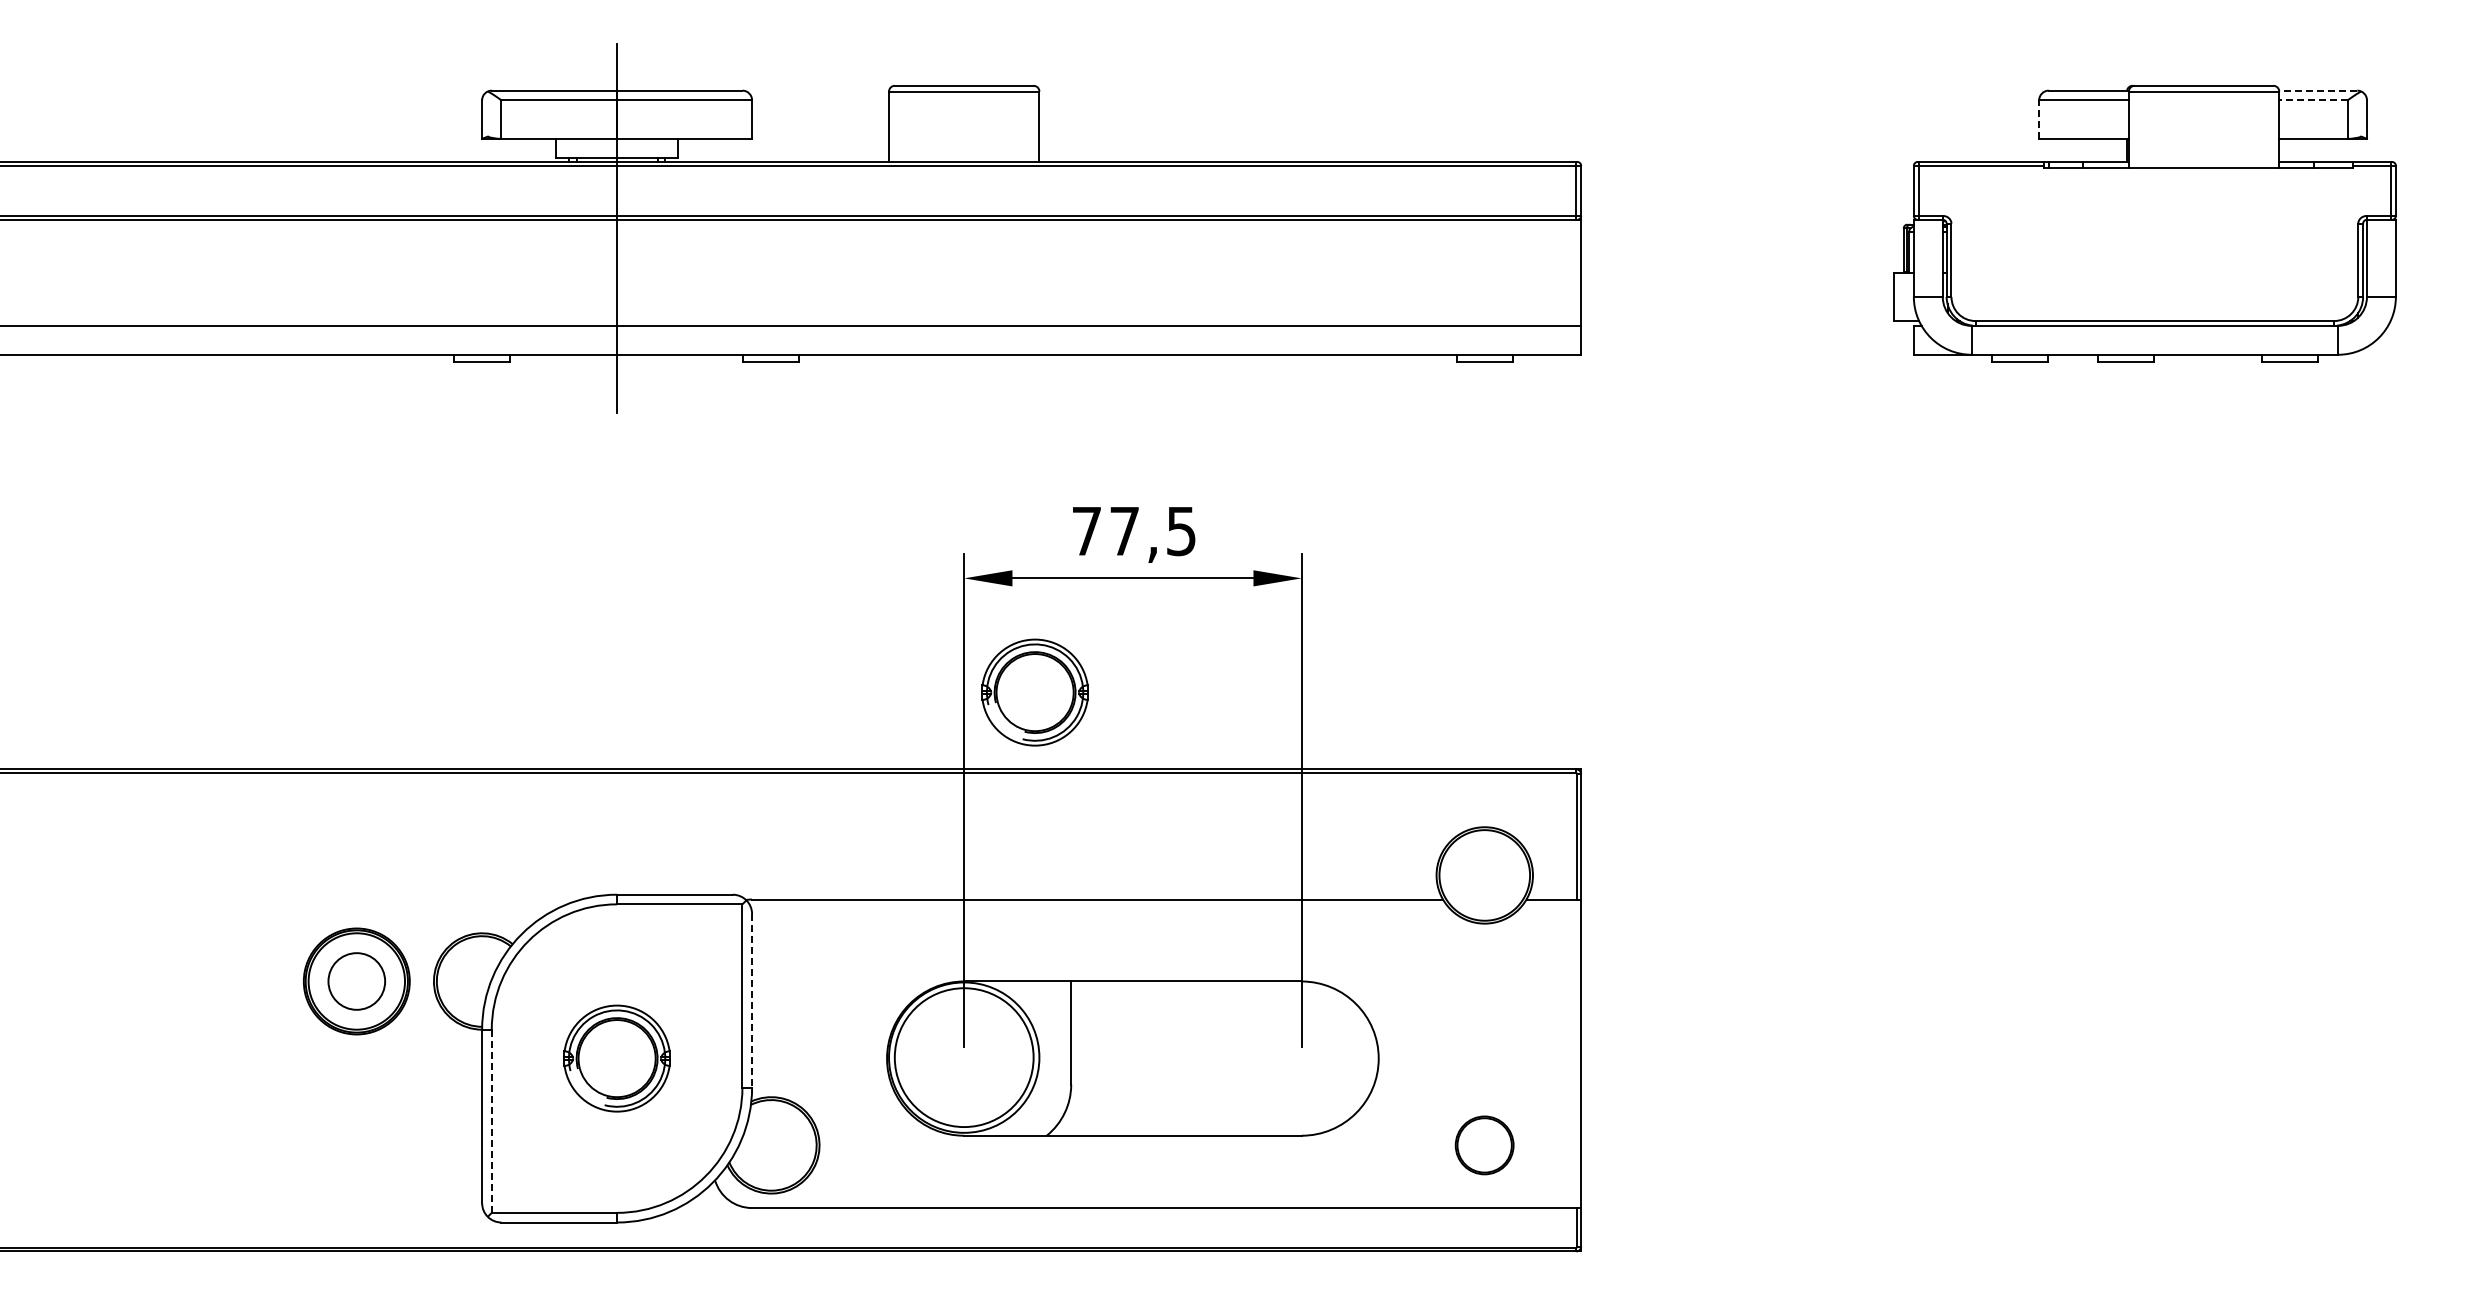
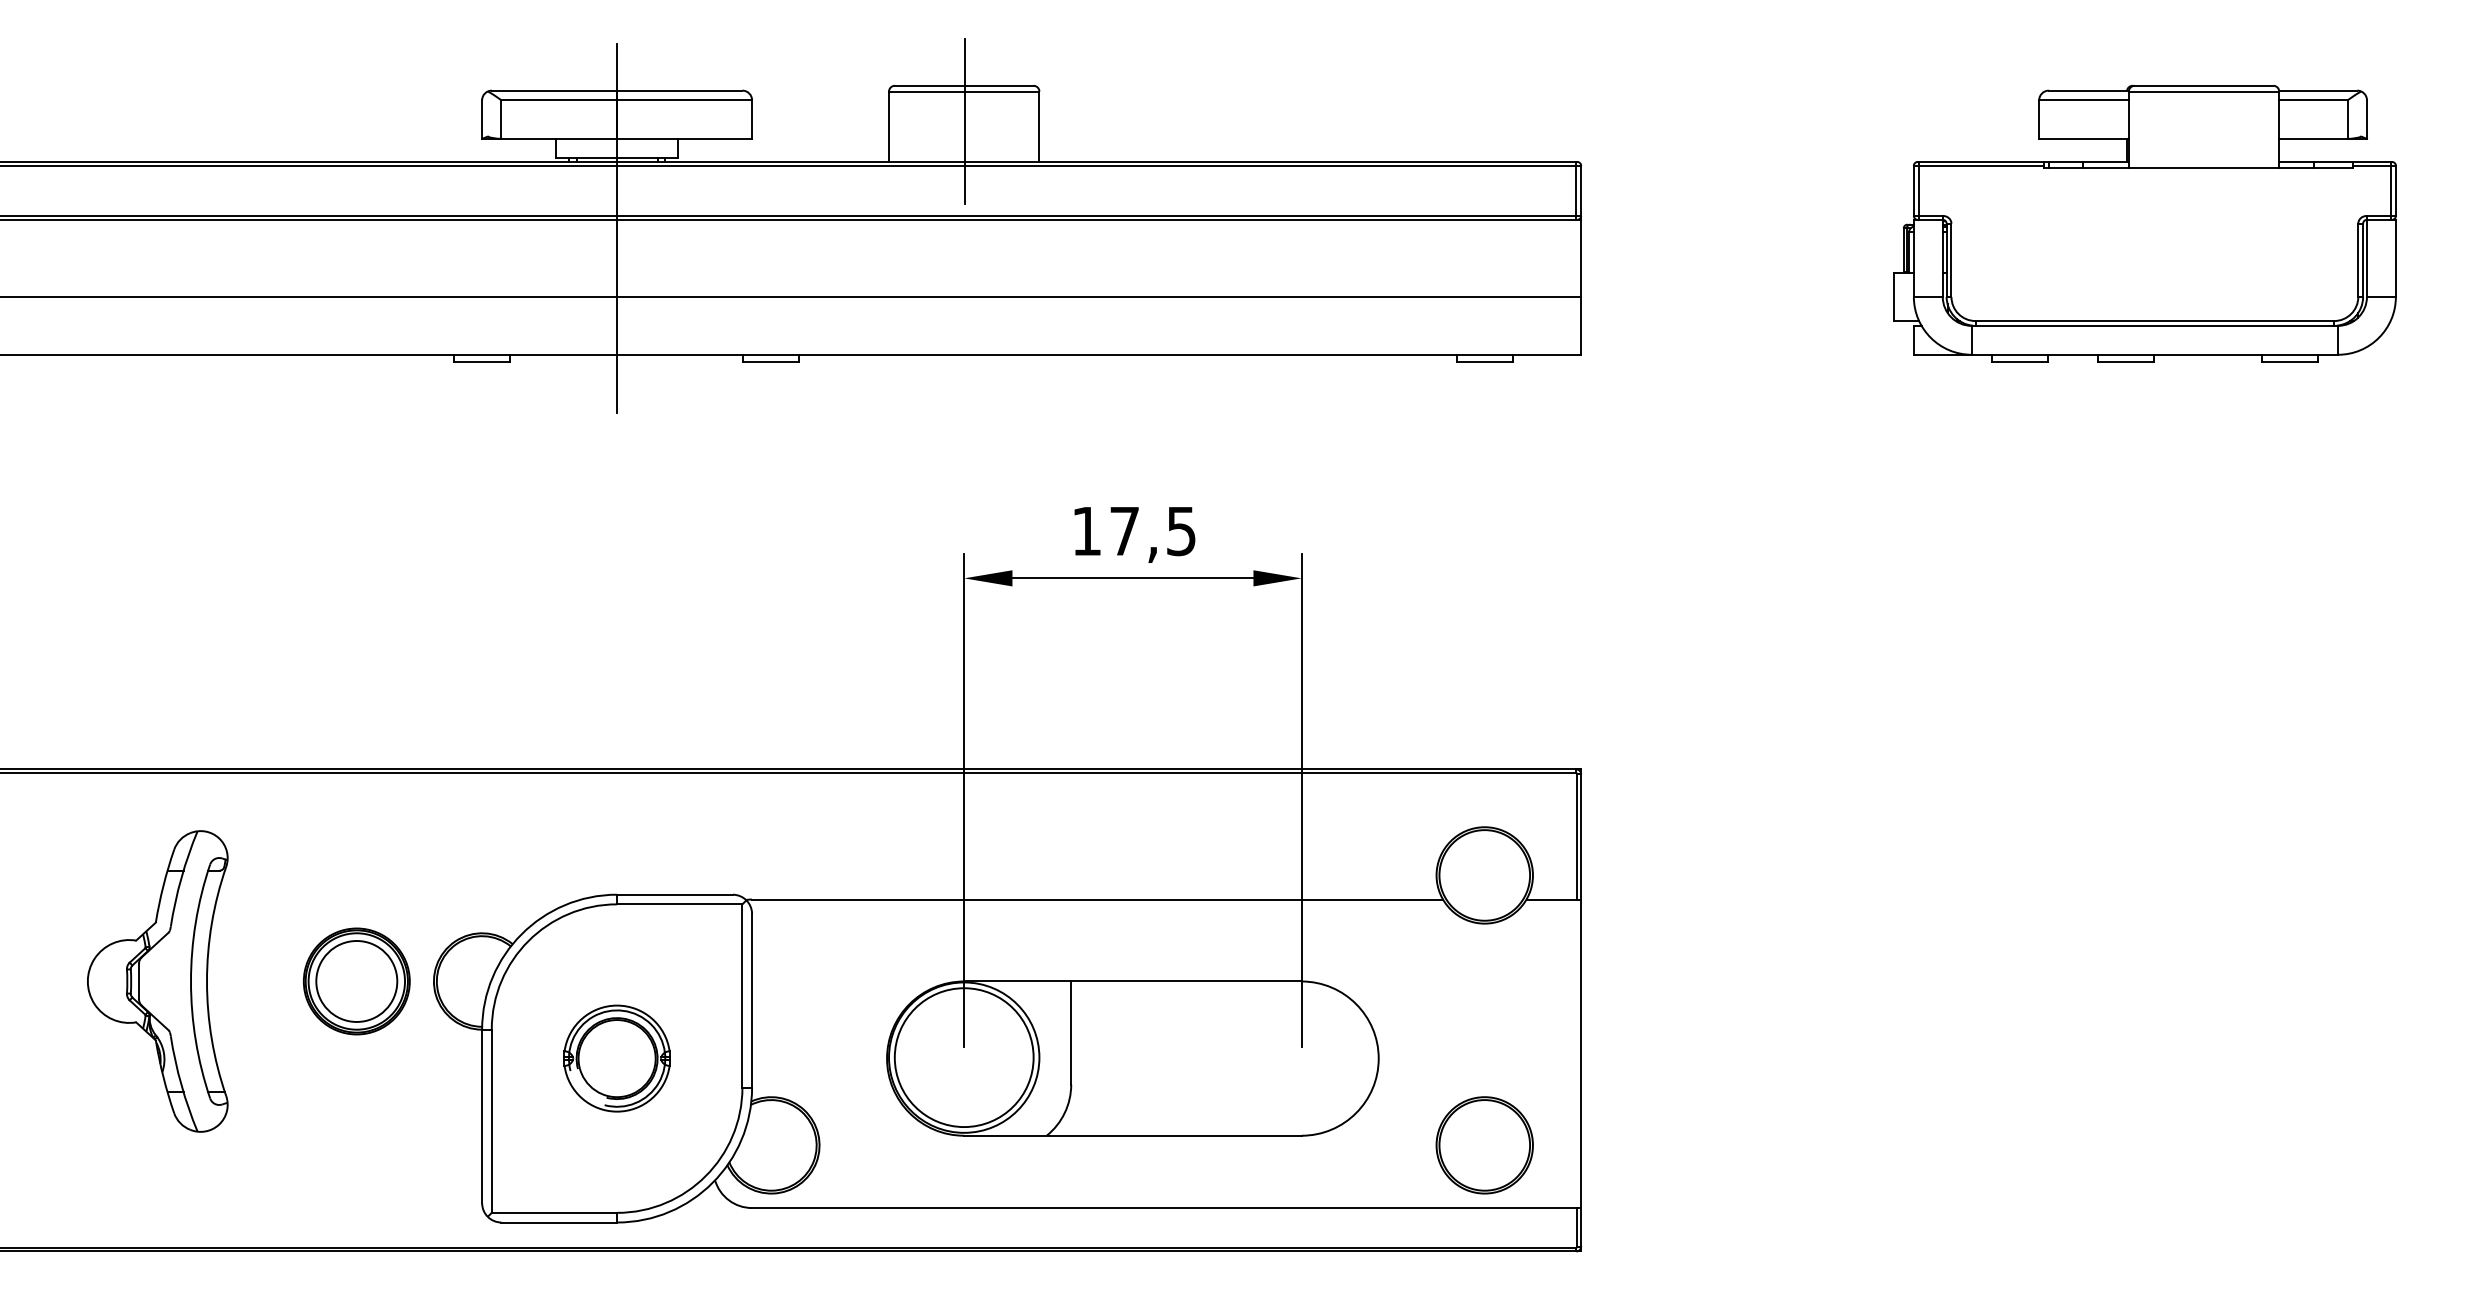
line at (2317, 90): dashed -> solid
line at (2312, 100): dashed -> solid
line at (2039, 119): dashed -> solid
line at (964, 121): none -> present
line at (791, 325) position: (791, 325) -> (791, 296)
text at (1086, 531): 77,5 -> 17,5
part at (1034, 692): present -> none
part at (157, 981): none -> present
circle at (356, 981) diameter: 57 px -> 81 px
line at (752, 1000): dashed -> solid
line at (491, 1121): dashed -> solid
part at (1484, 1145) size: 61x61 px -> 99x99 px
